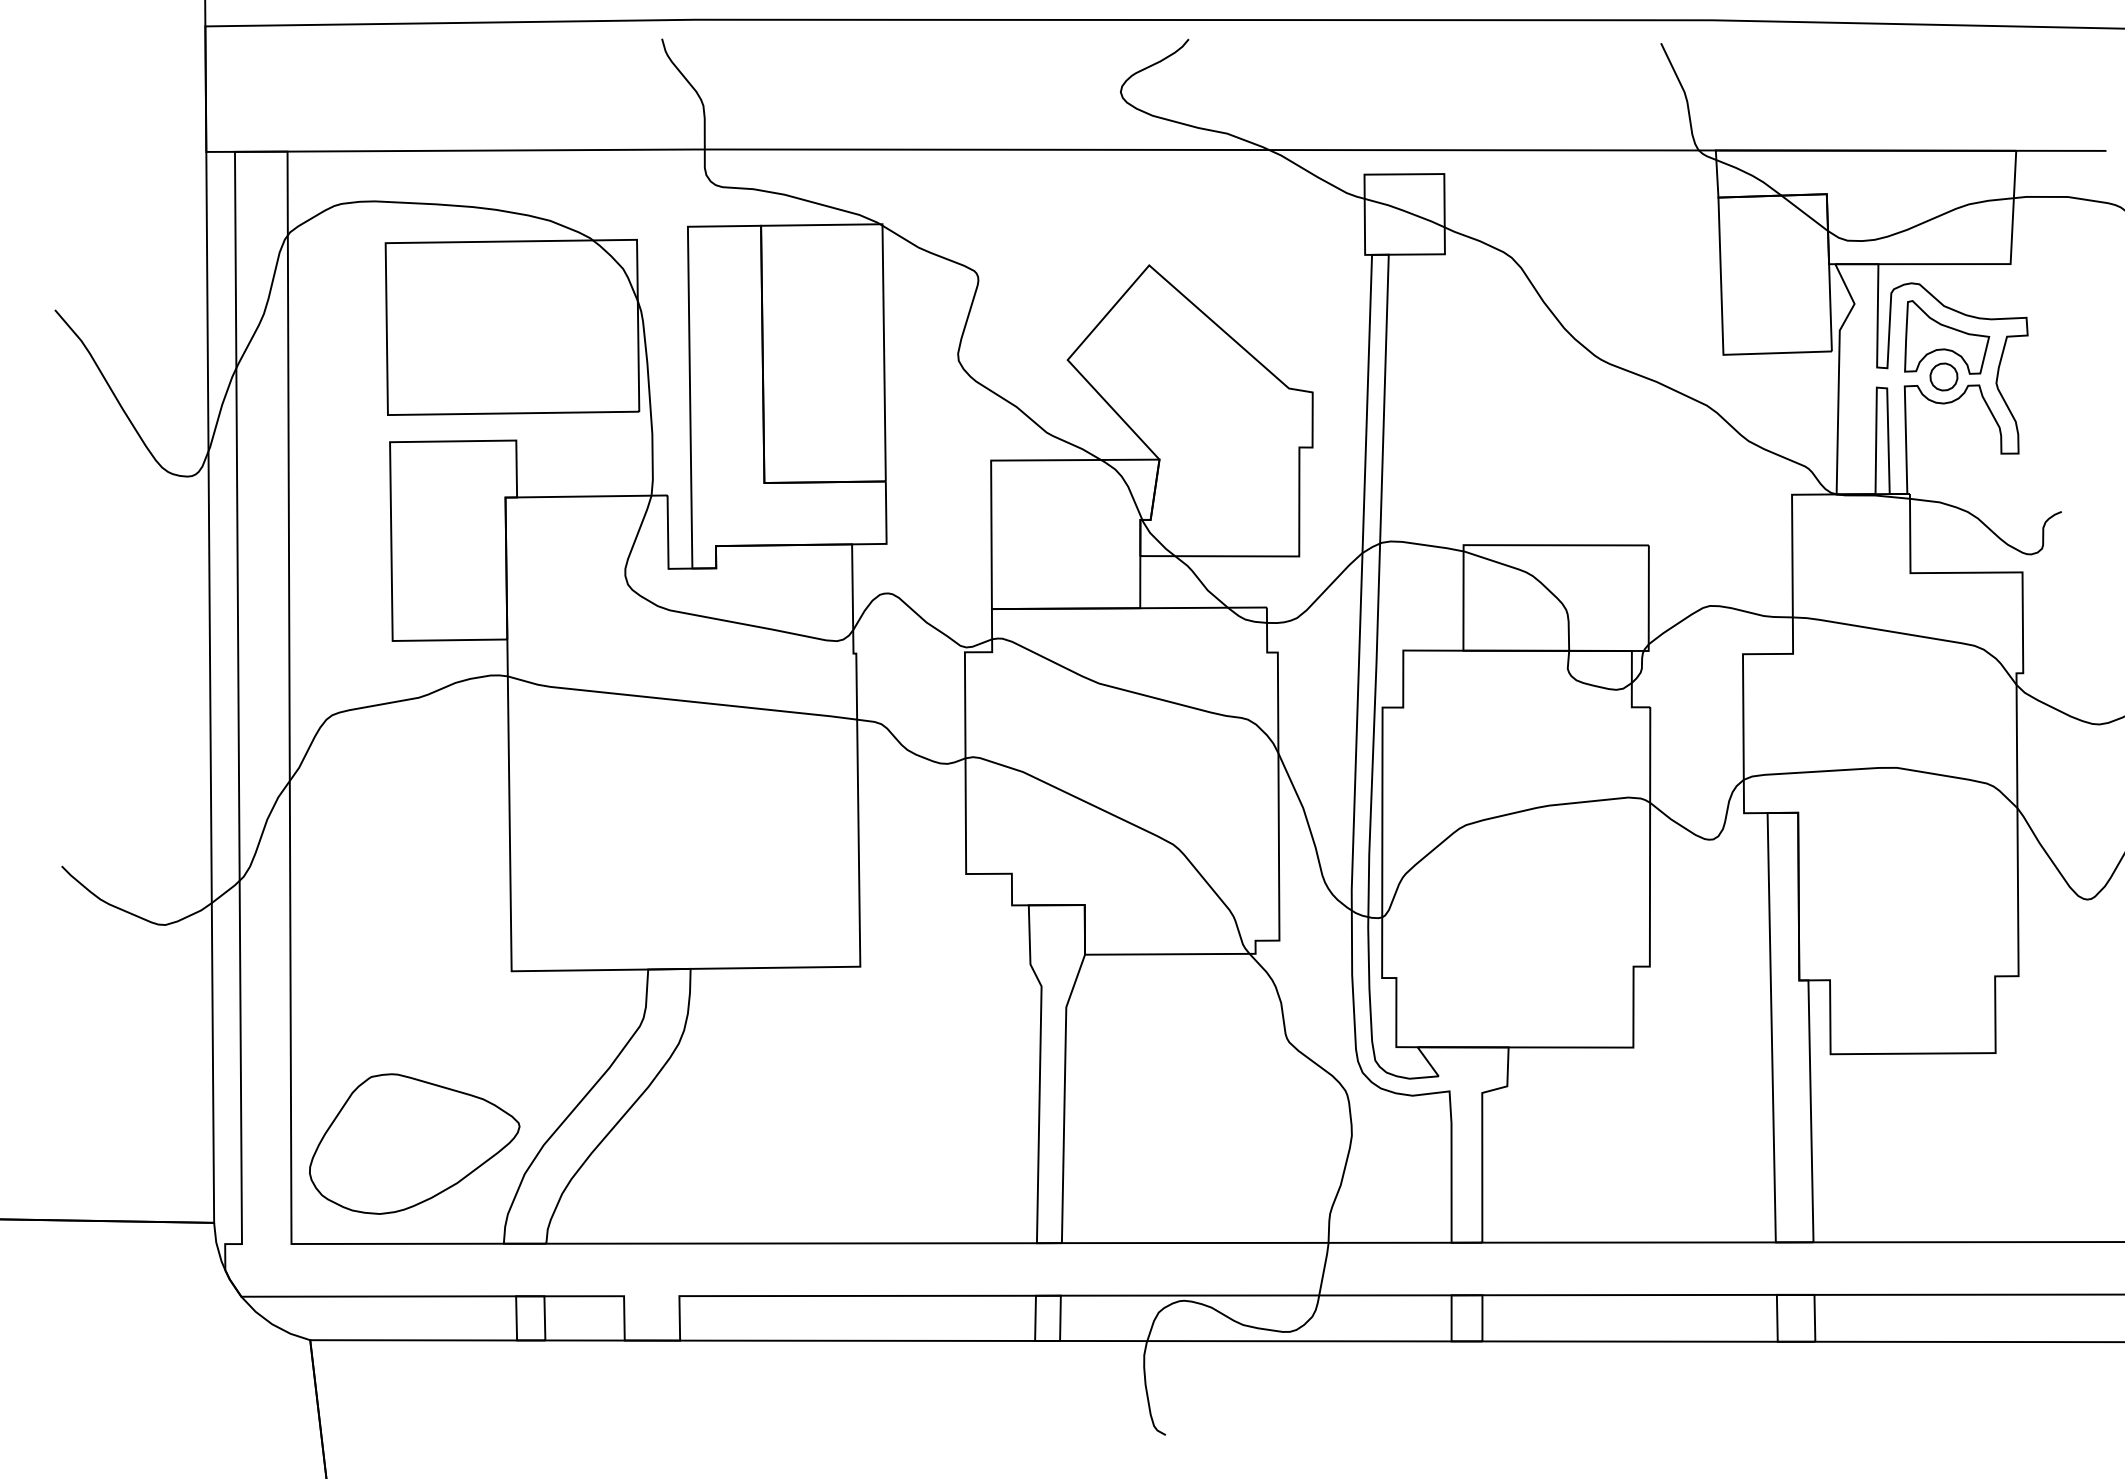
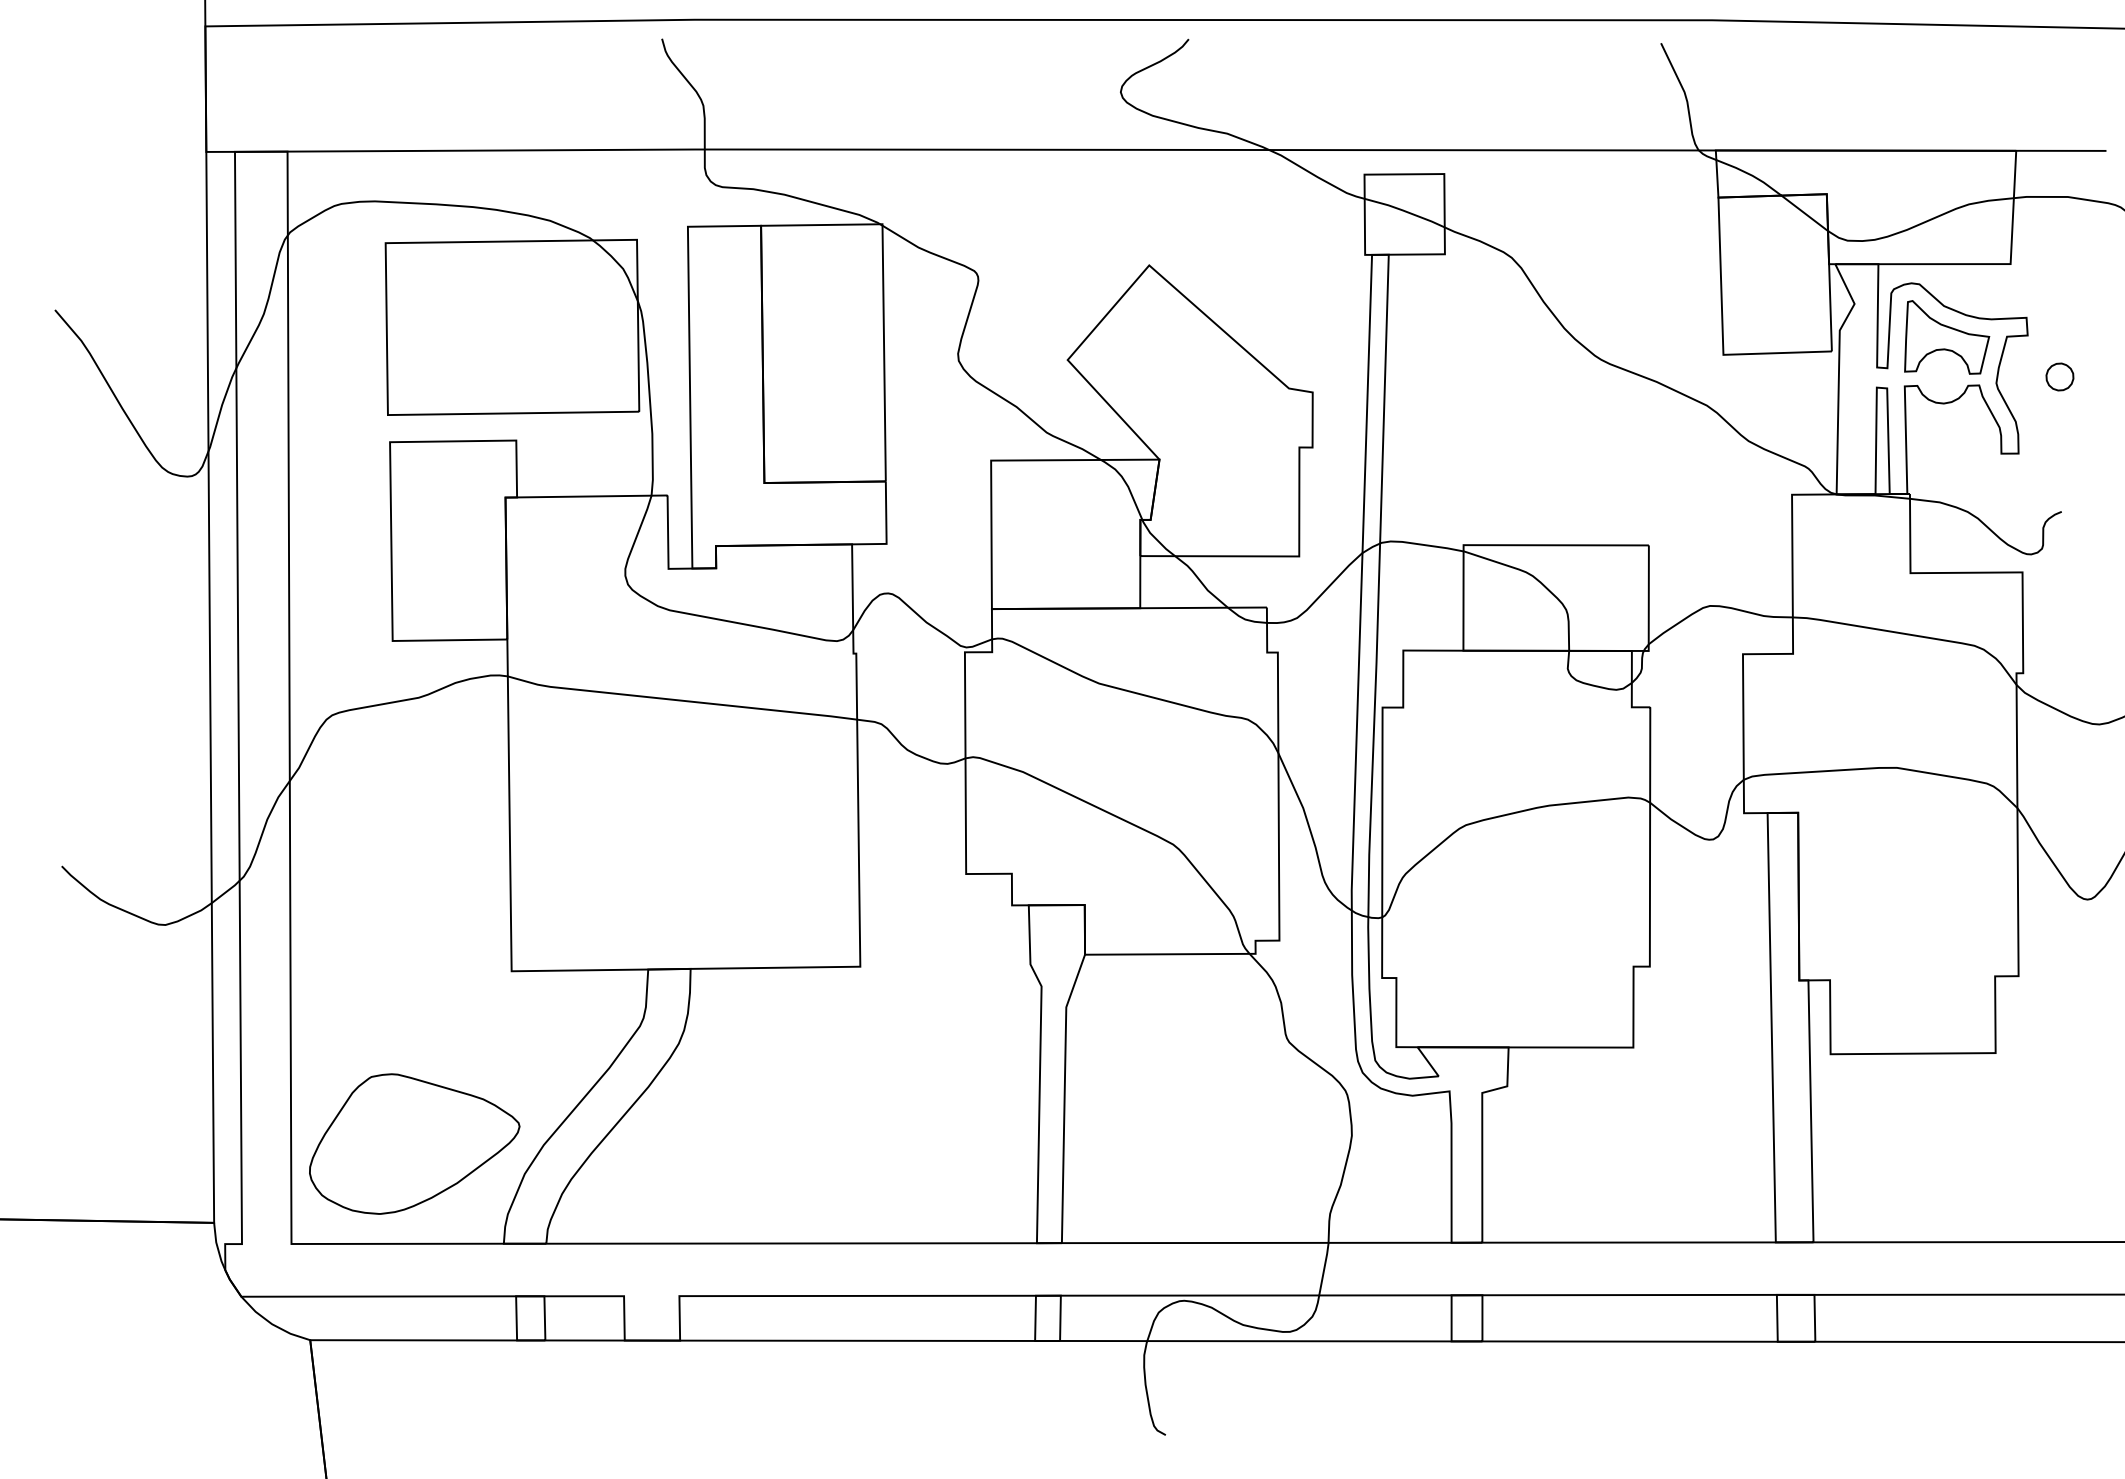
part at (1943, 376) position: (1943, 376) -> (2059, 376)
